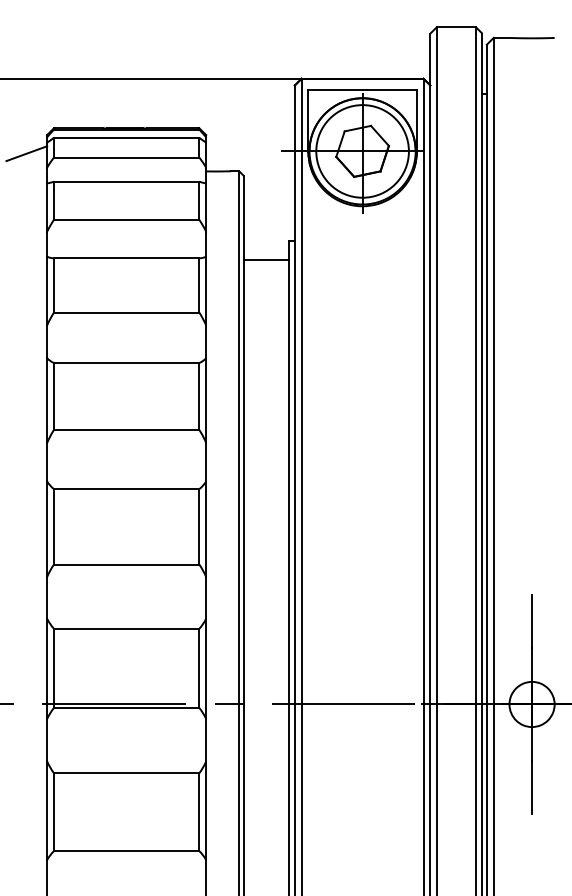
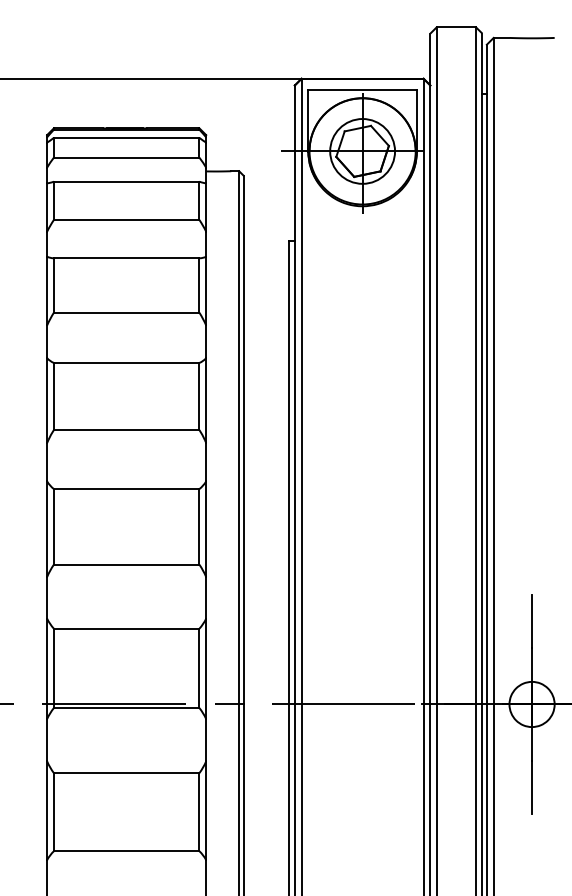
circle at (362, 151) diameter: 93 px -> 65 px
line at (26, 153): present -> none
line at (265, 260): present -> none
